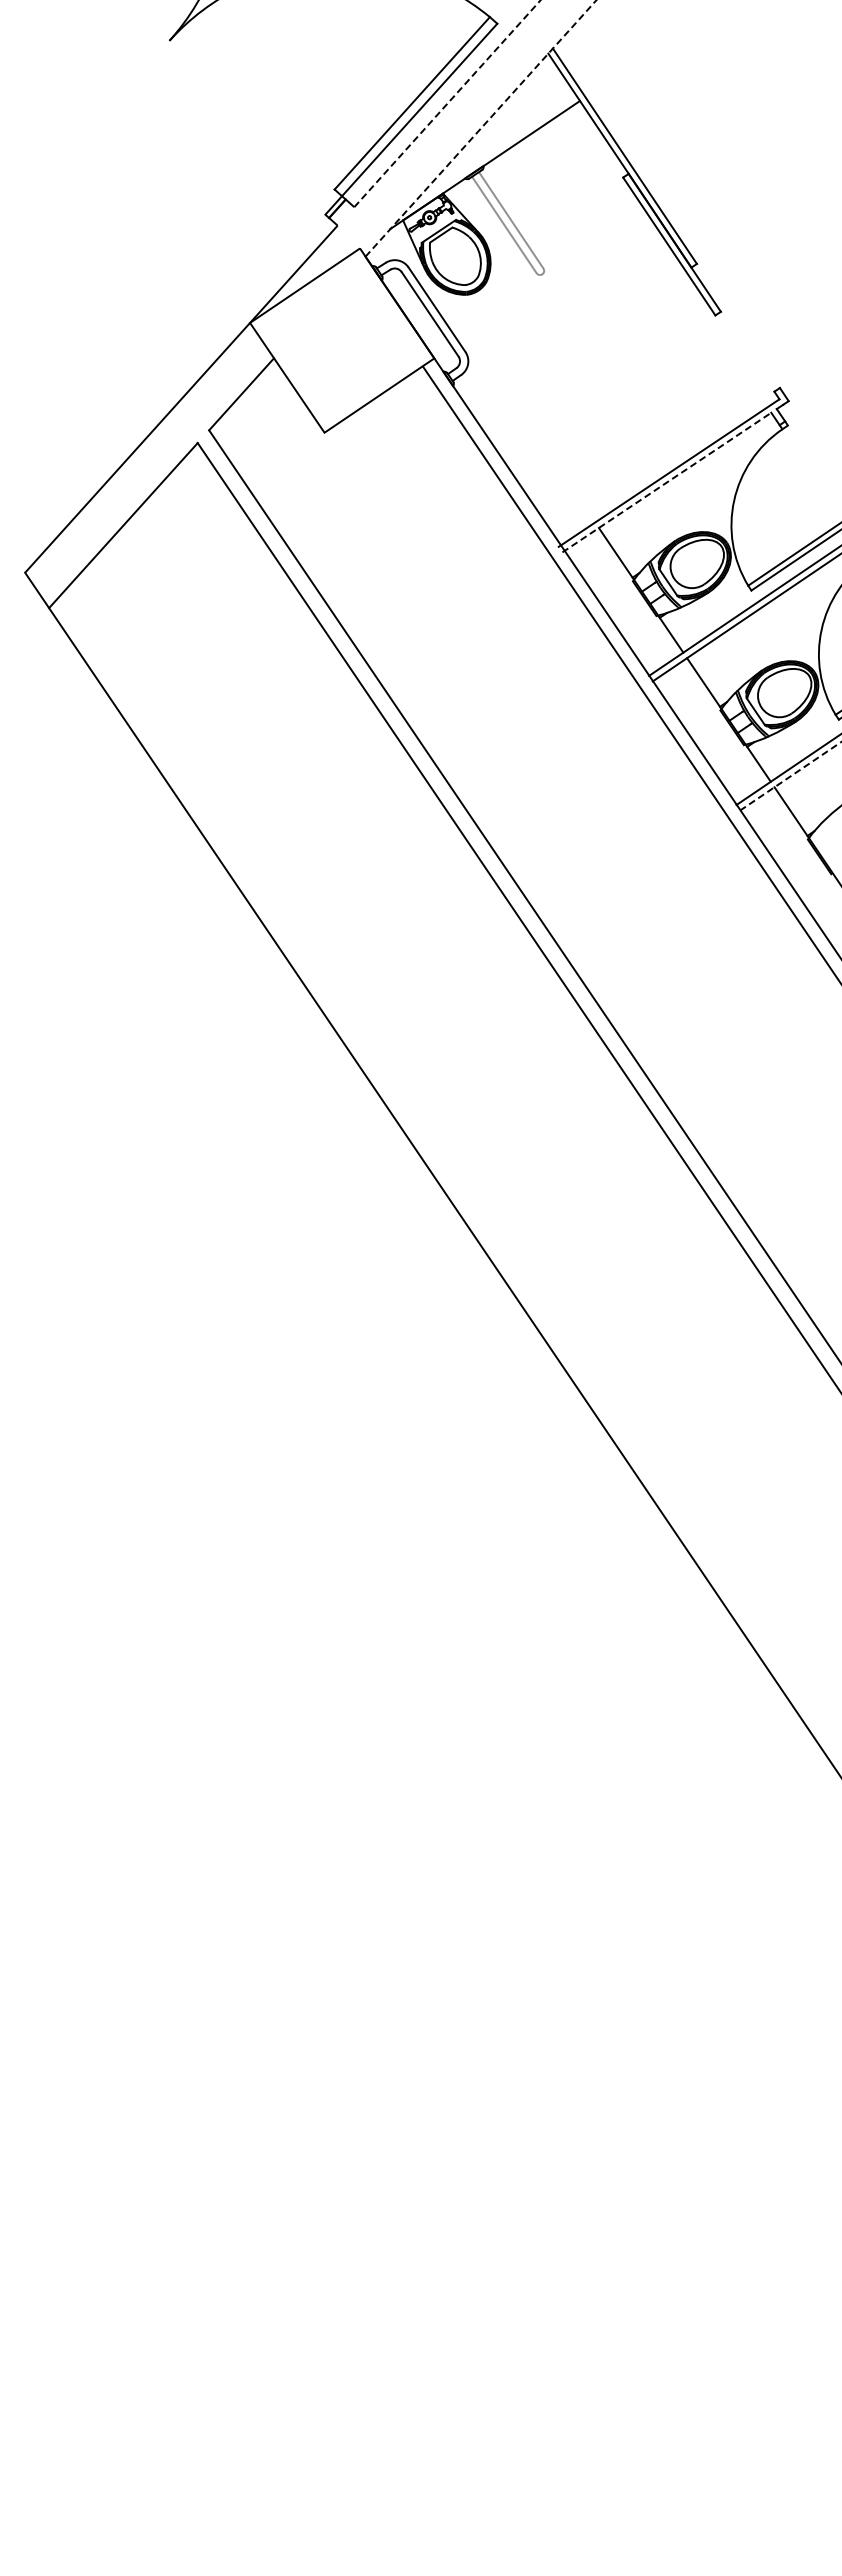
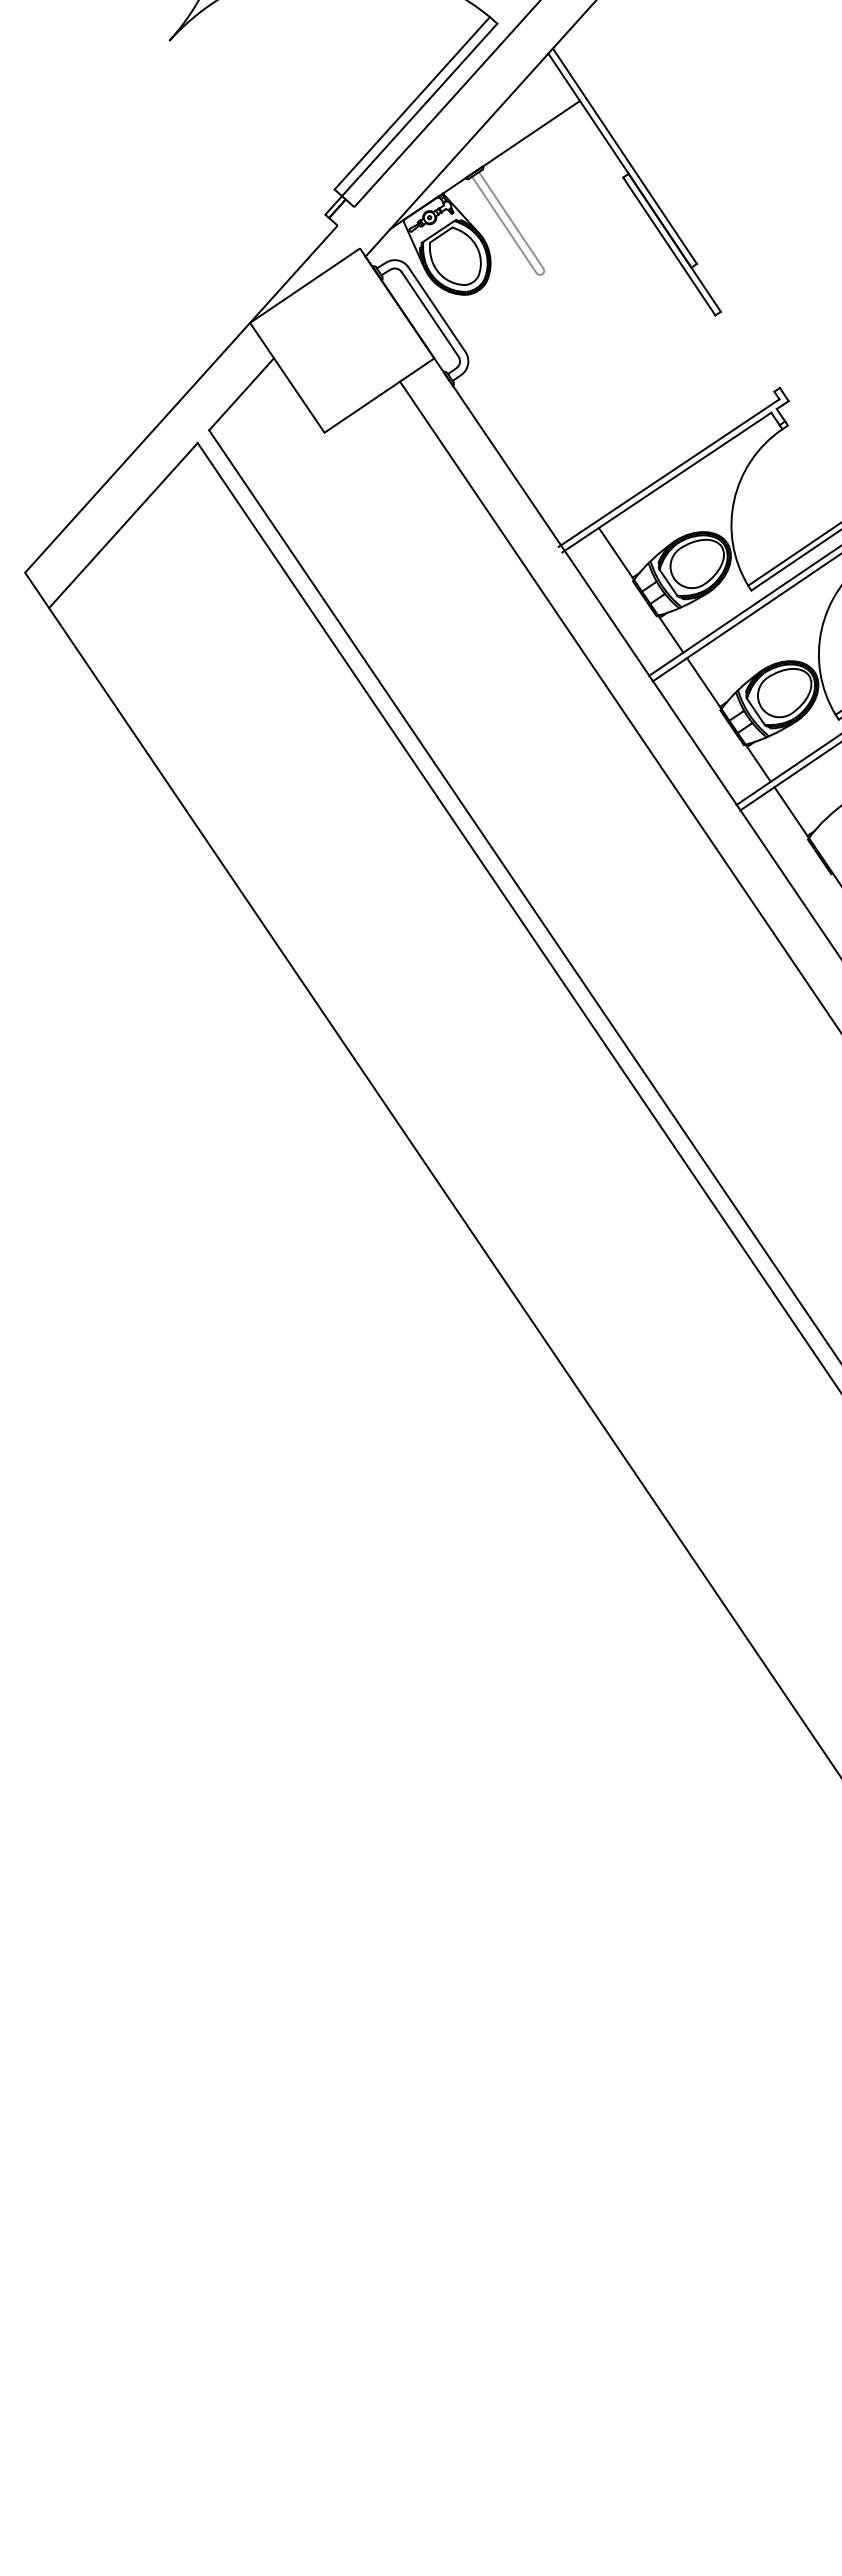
line at (447, 103): dashed -> solid
line at (481, 128): dashed -> solid
line at (666, 482): dashed -> solid
line at (630, 673) position: (630, 673) -> (619, 705)
line at (790, 776): dashed -> solid
